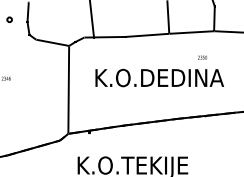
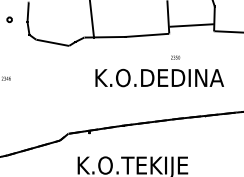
line at (191, 32) position: (191, 32) -> (191, 25)
text at (202, 57) position: (202, 57) -> (175, 57)
line at (68, 89): present -> none
